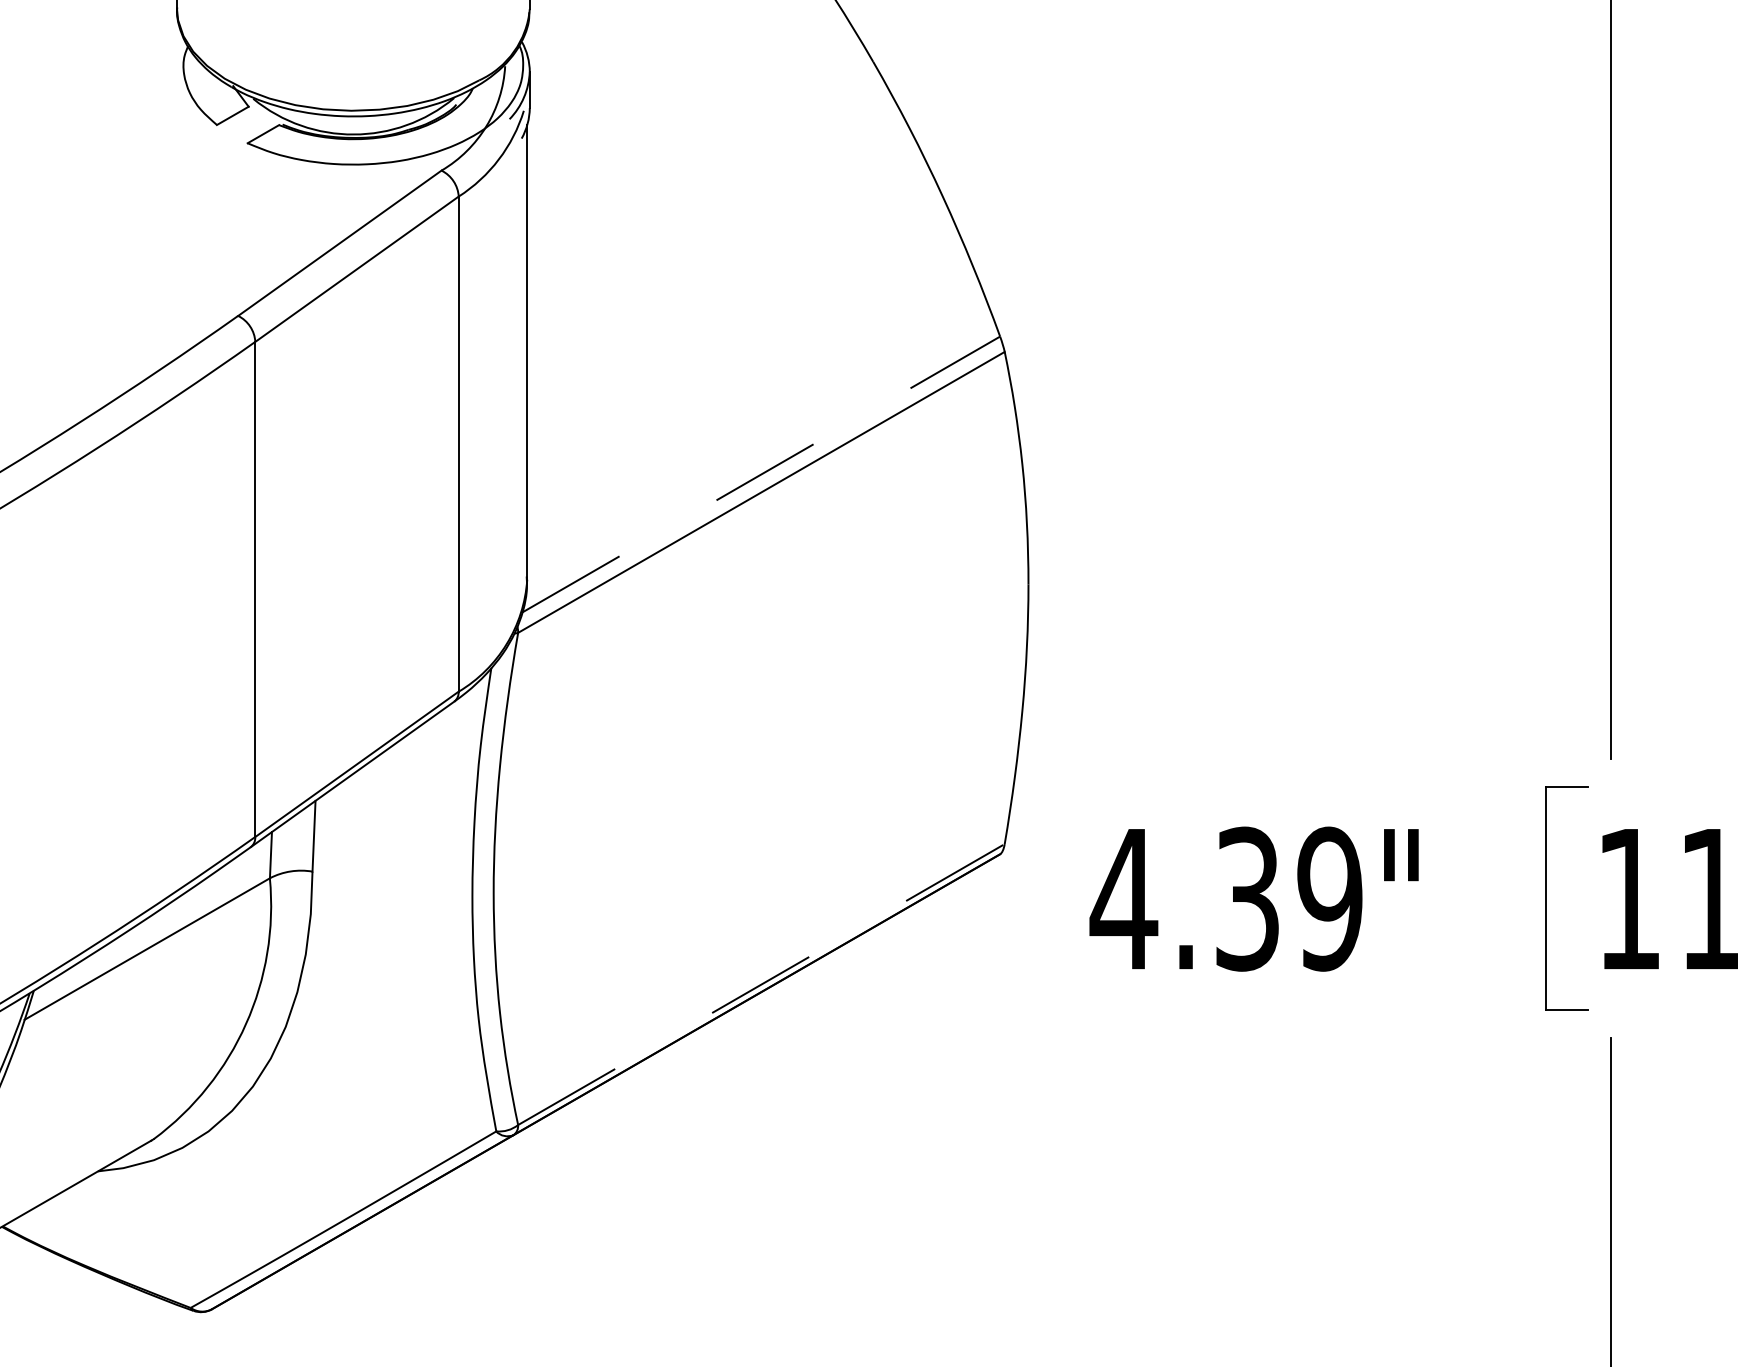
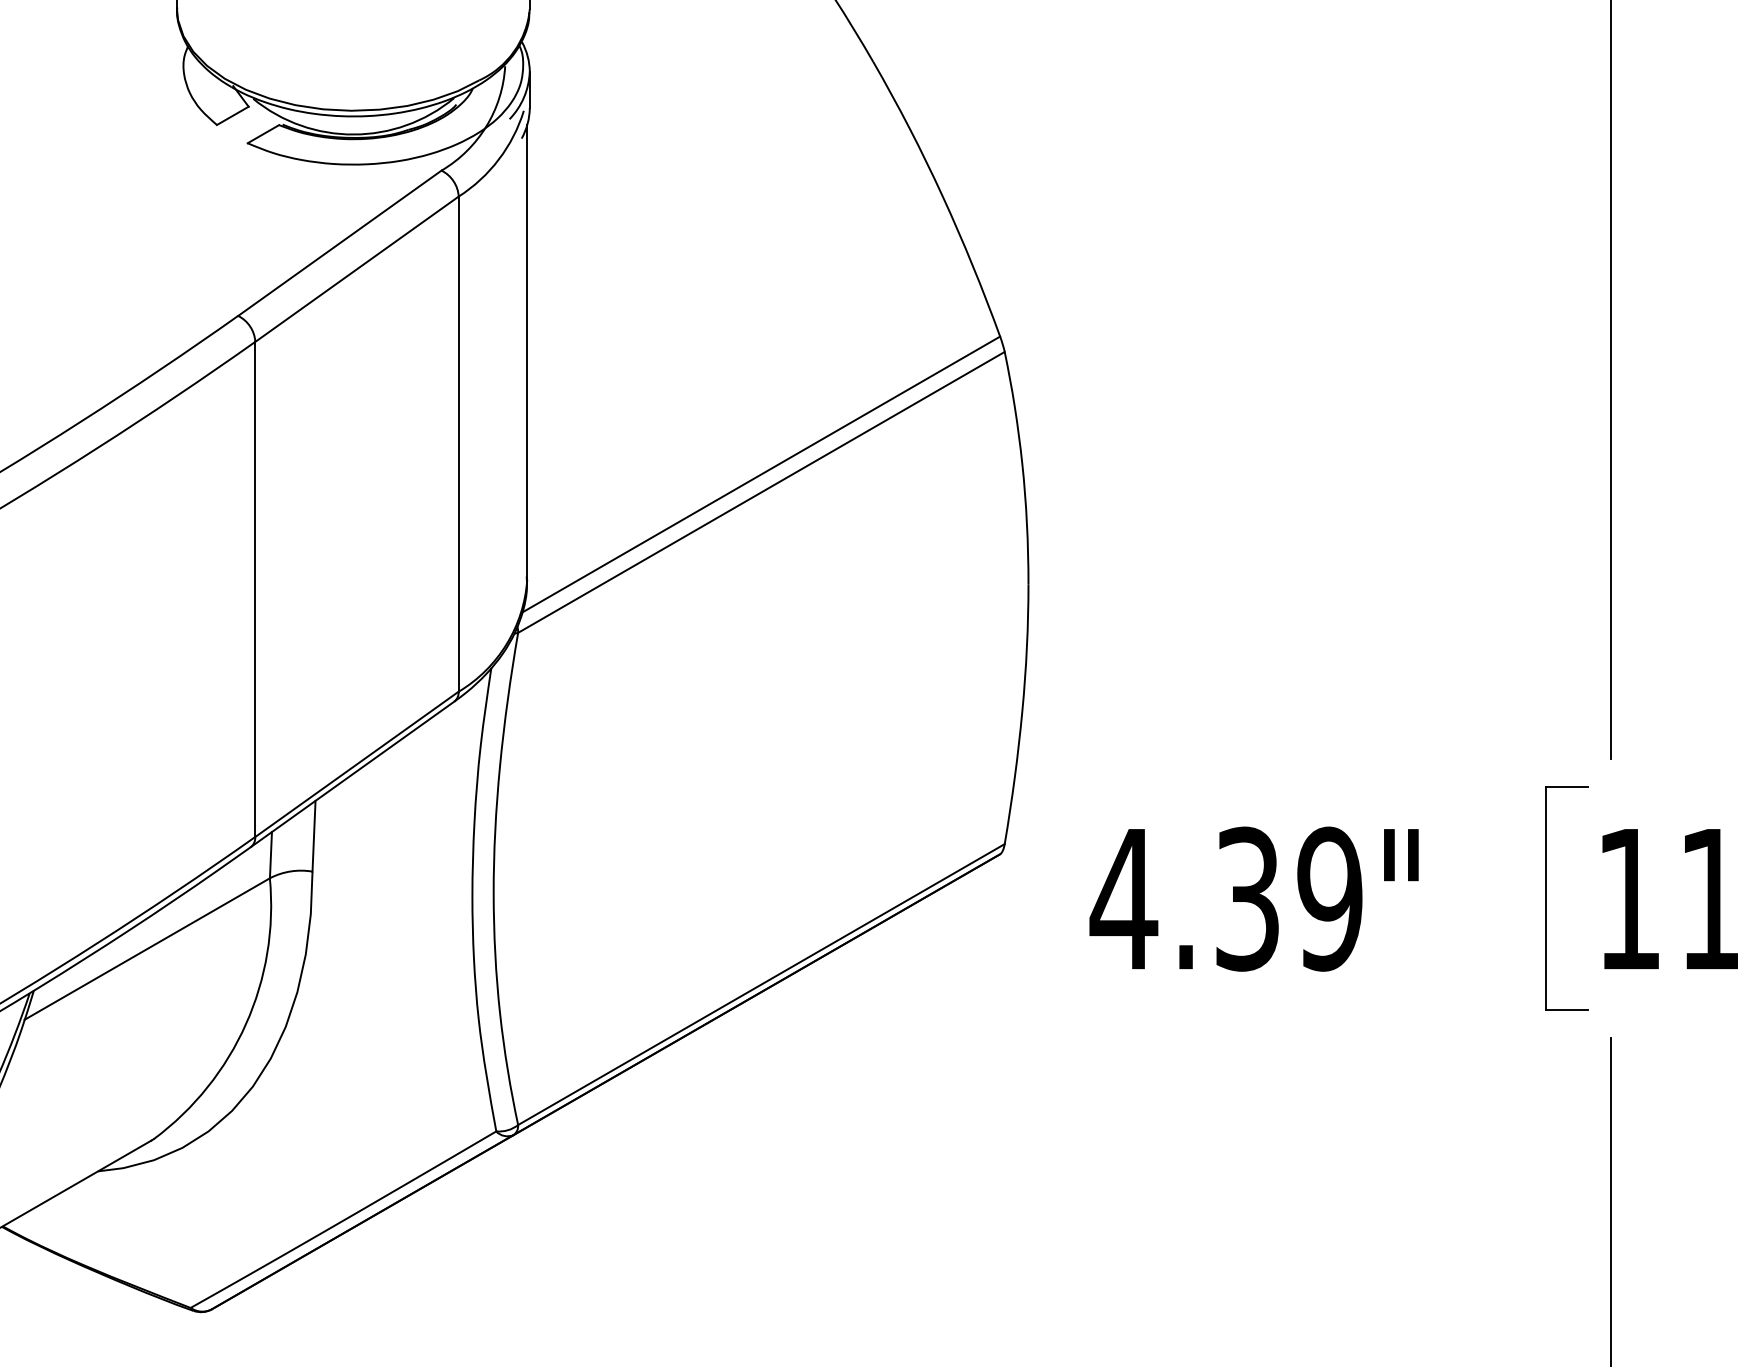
line at (761, 474): dashed -> solid
line at (761, 984): dashed -> solid
